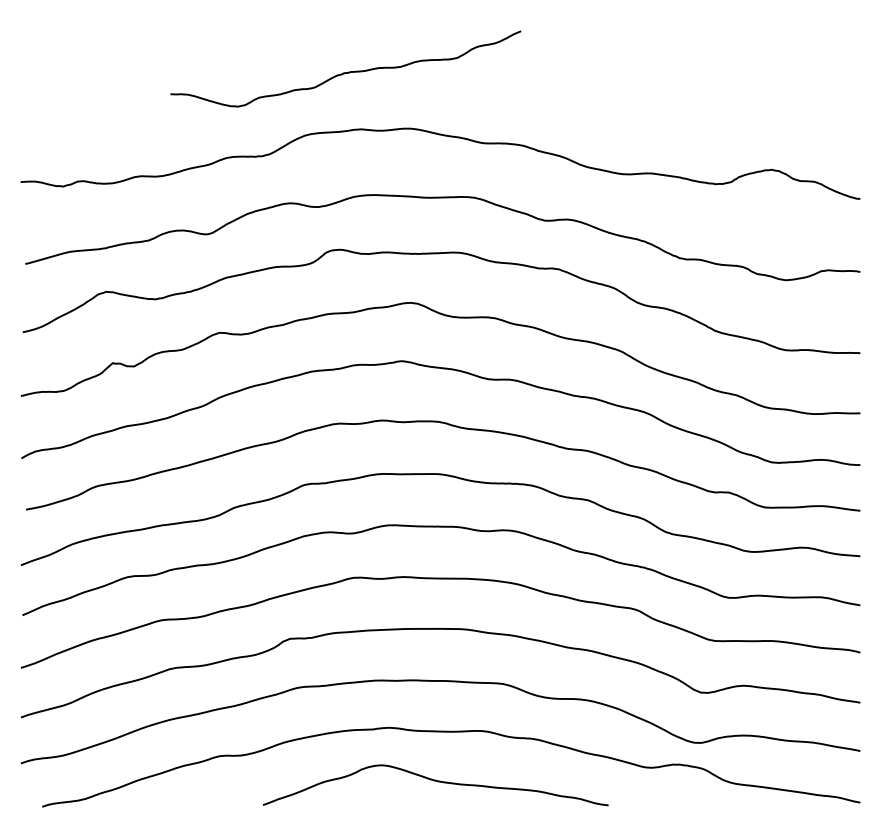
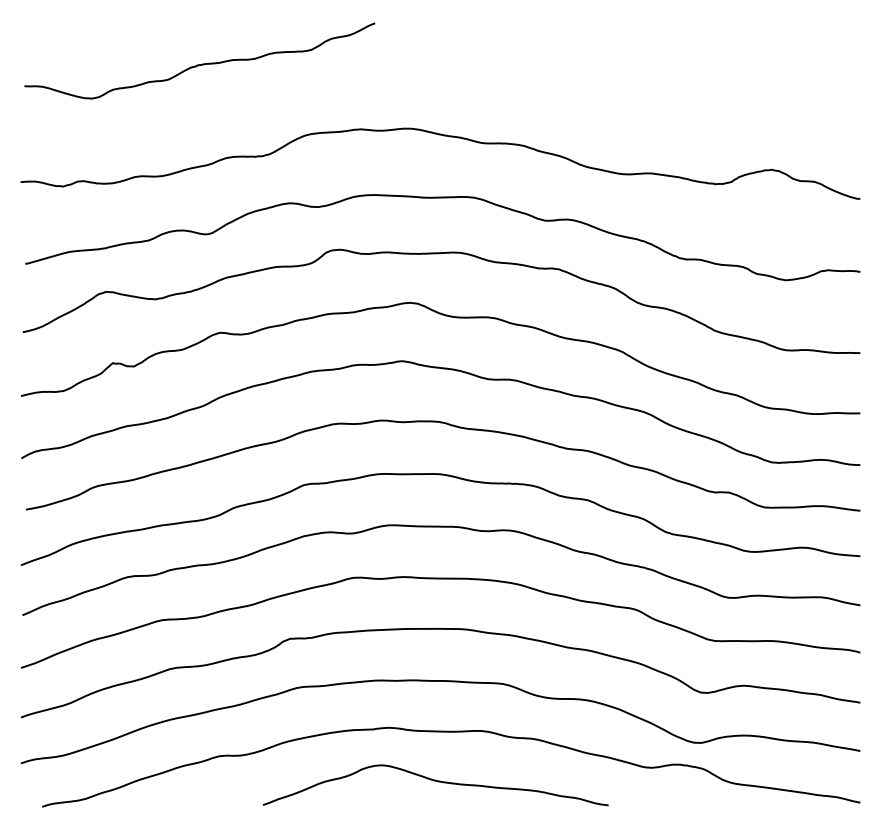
curve at (345, 72) position: (345, 72) -> (199, 64)
